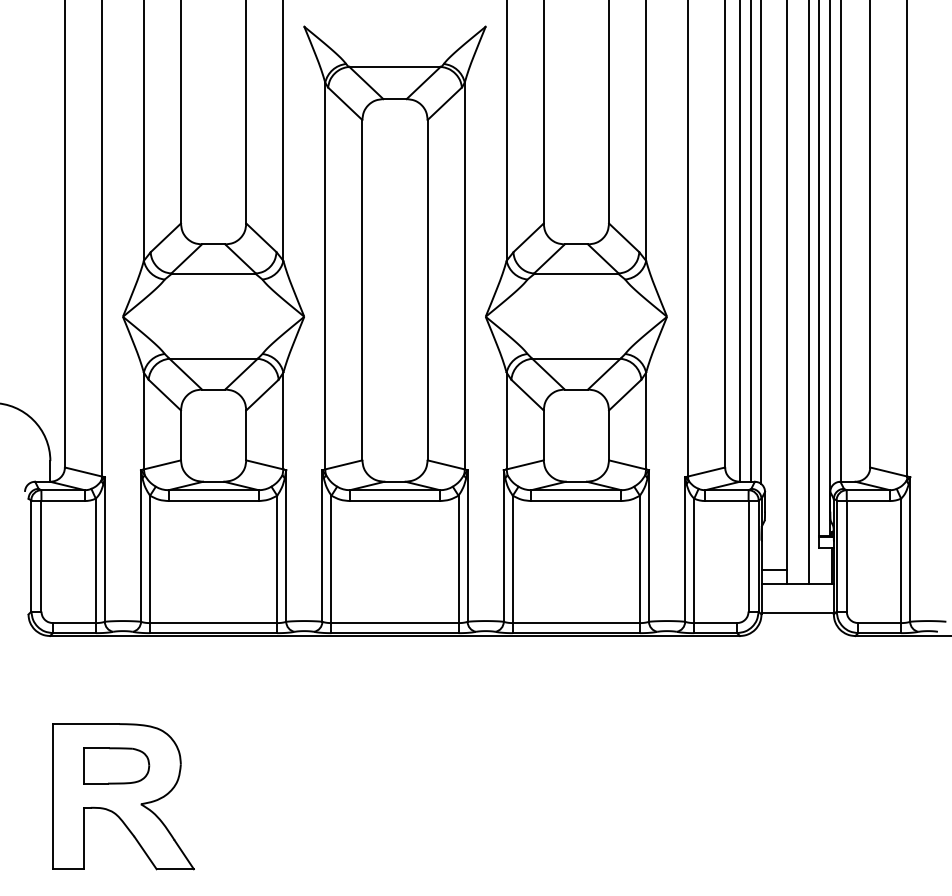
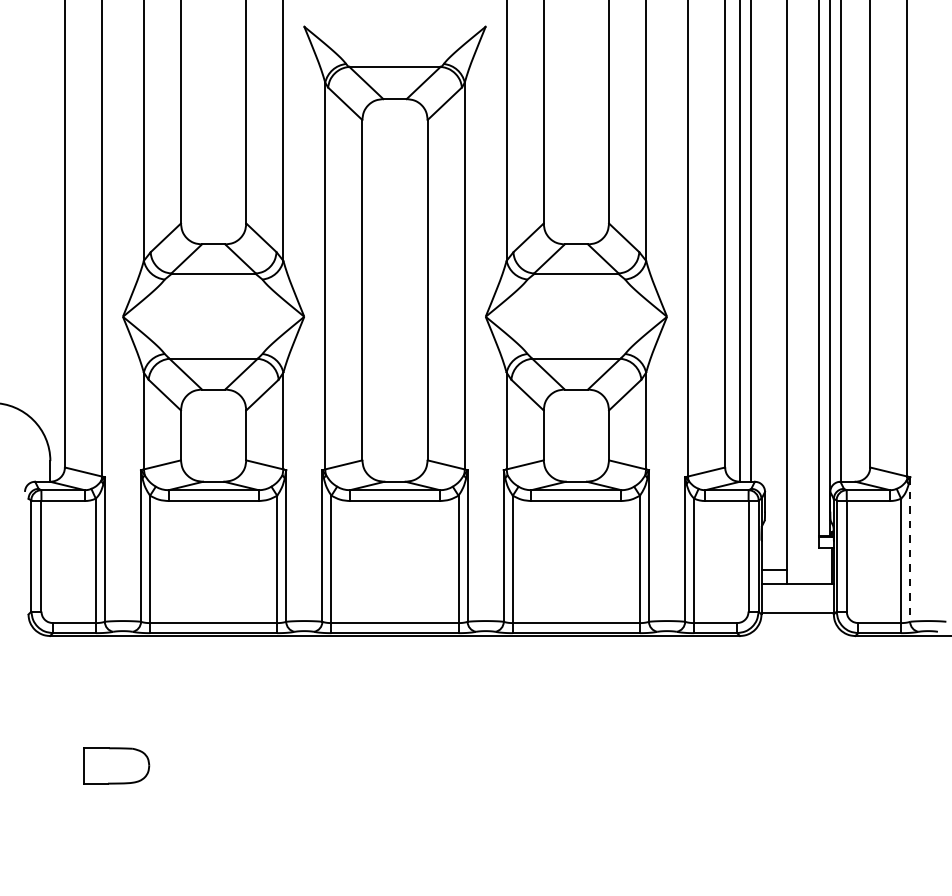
line at (761, 243): present -> none
line at (808, 293): present -> none
line at (910, 550): solid -> dashed
part at (123, 796): present -> none
